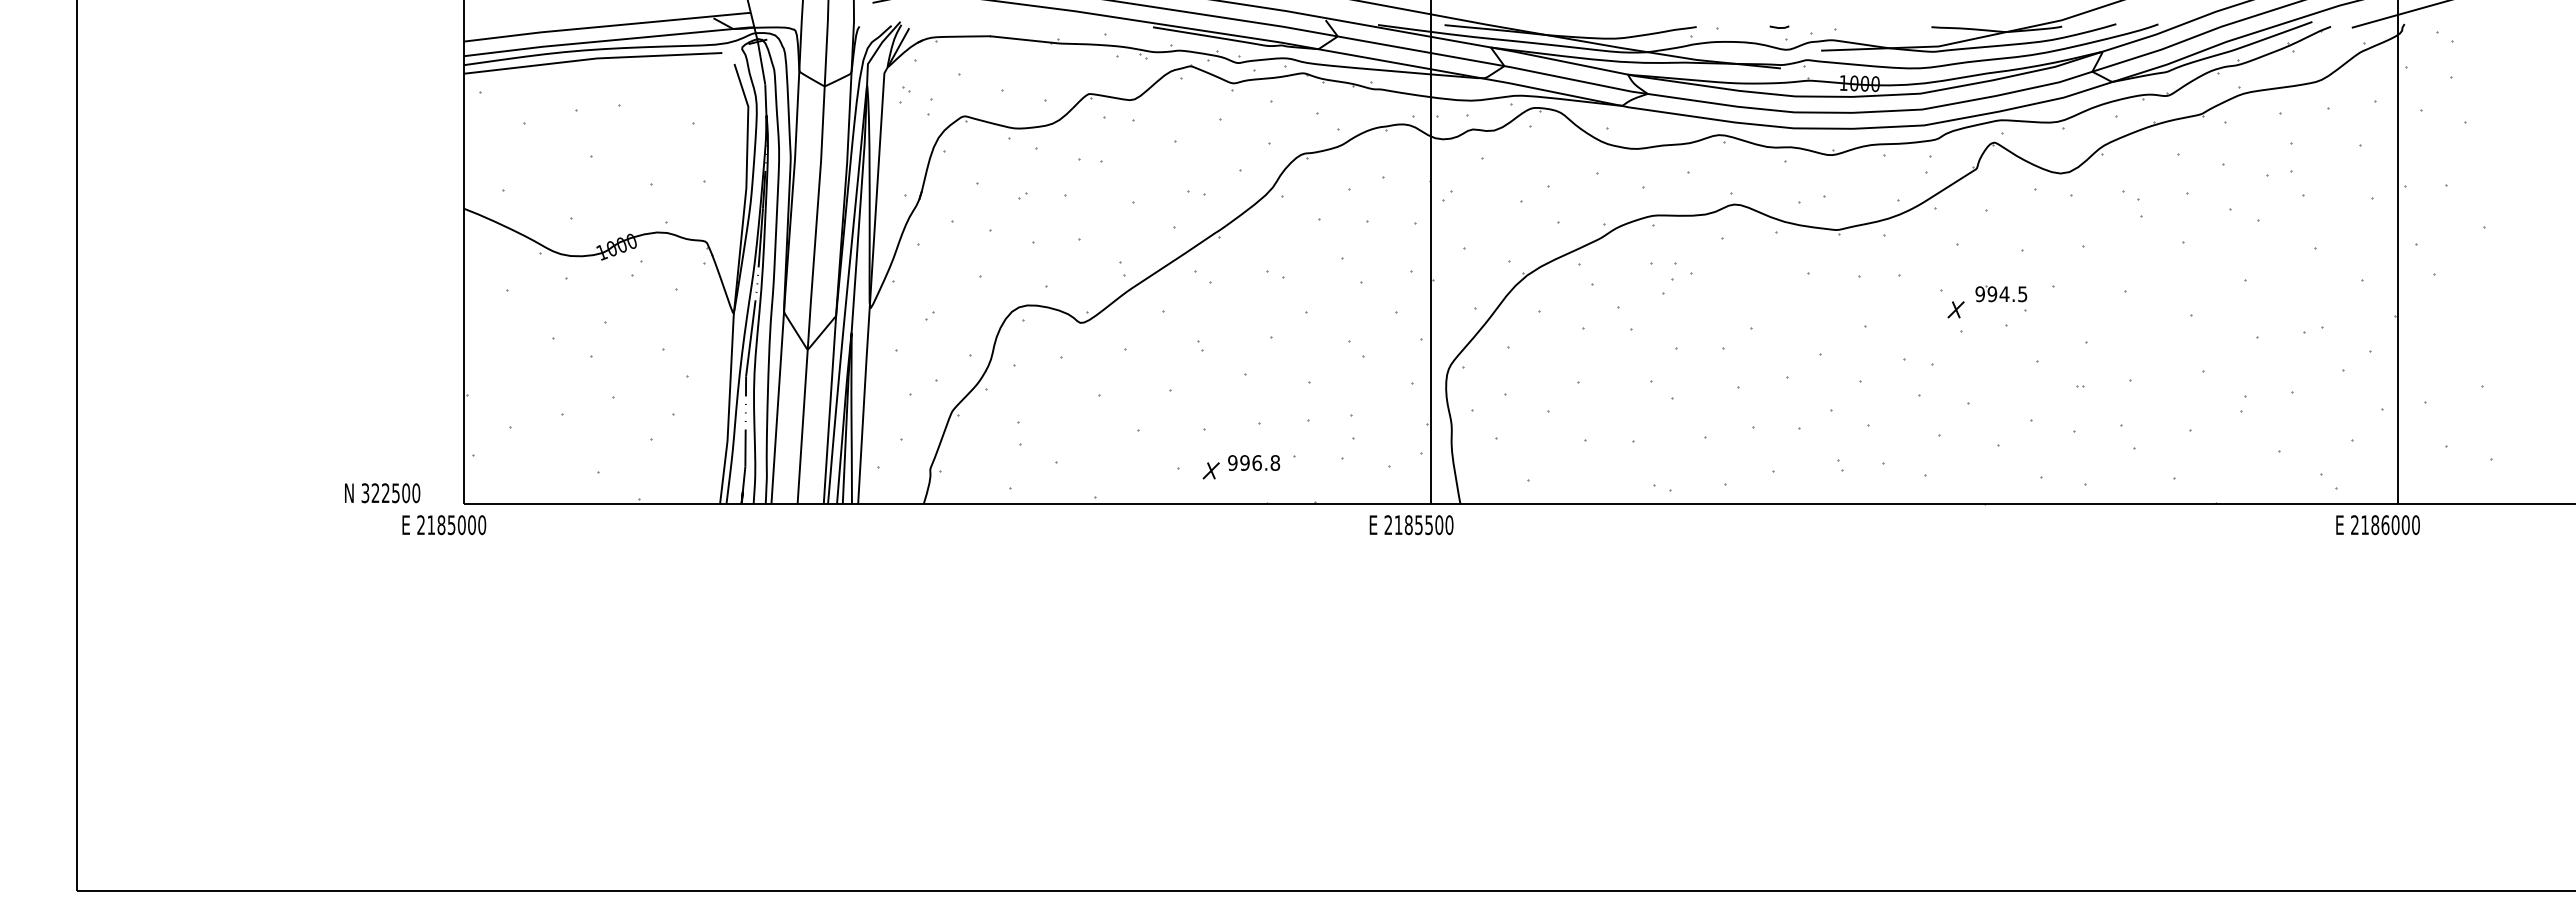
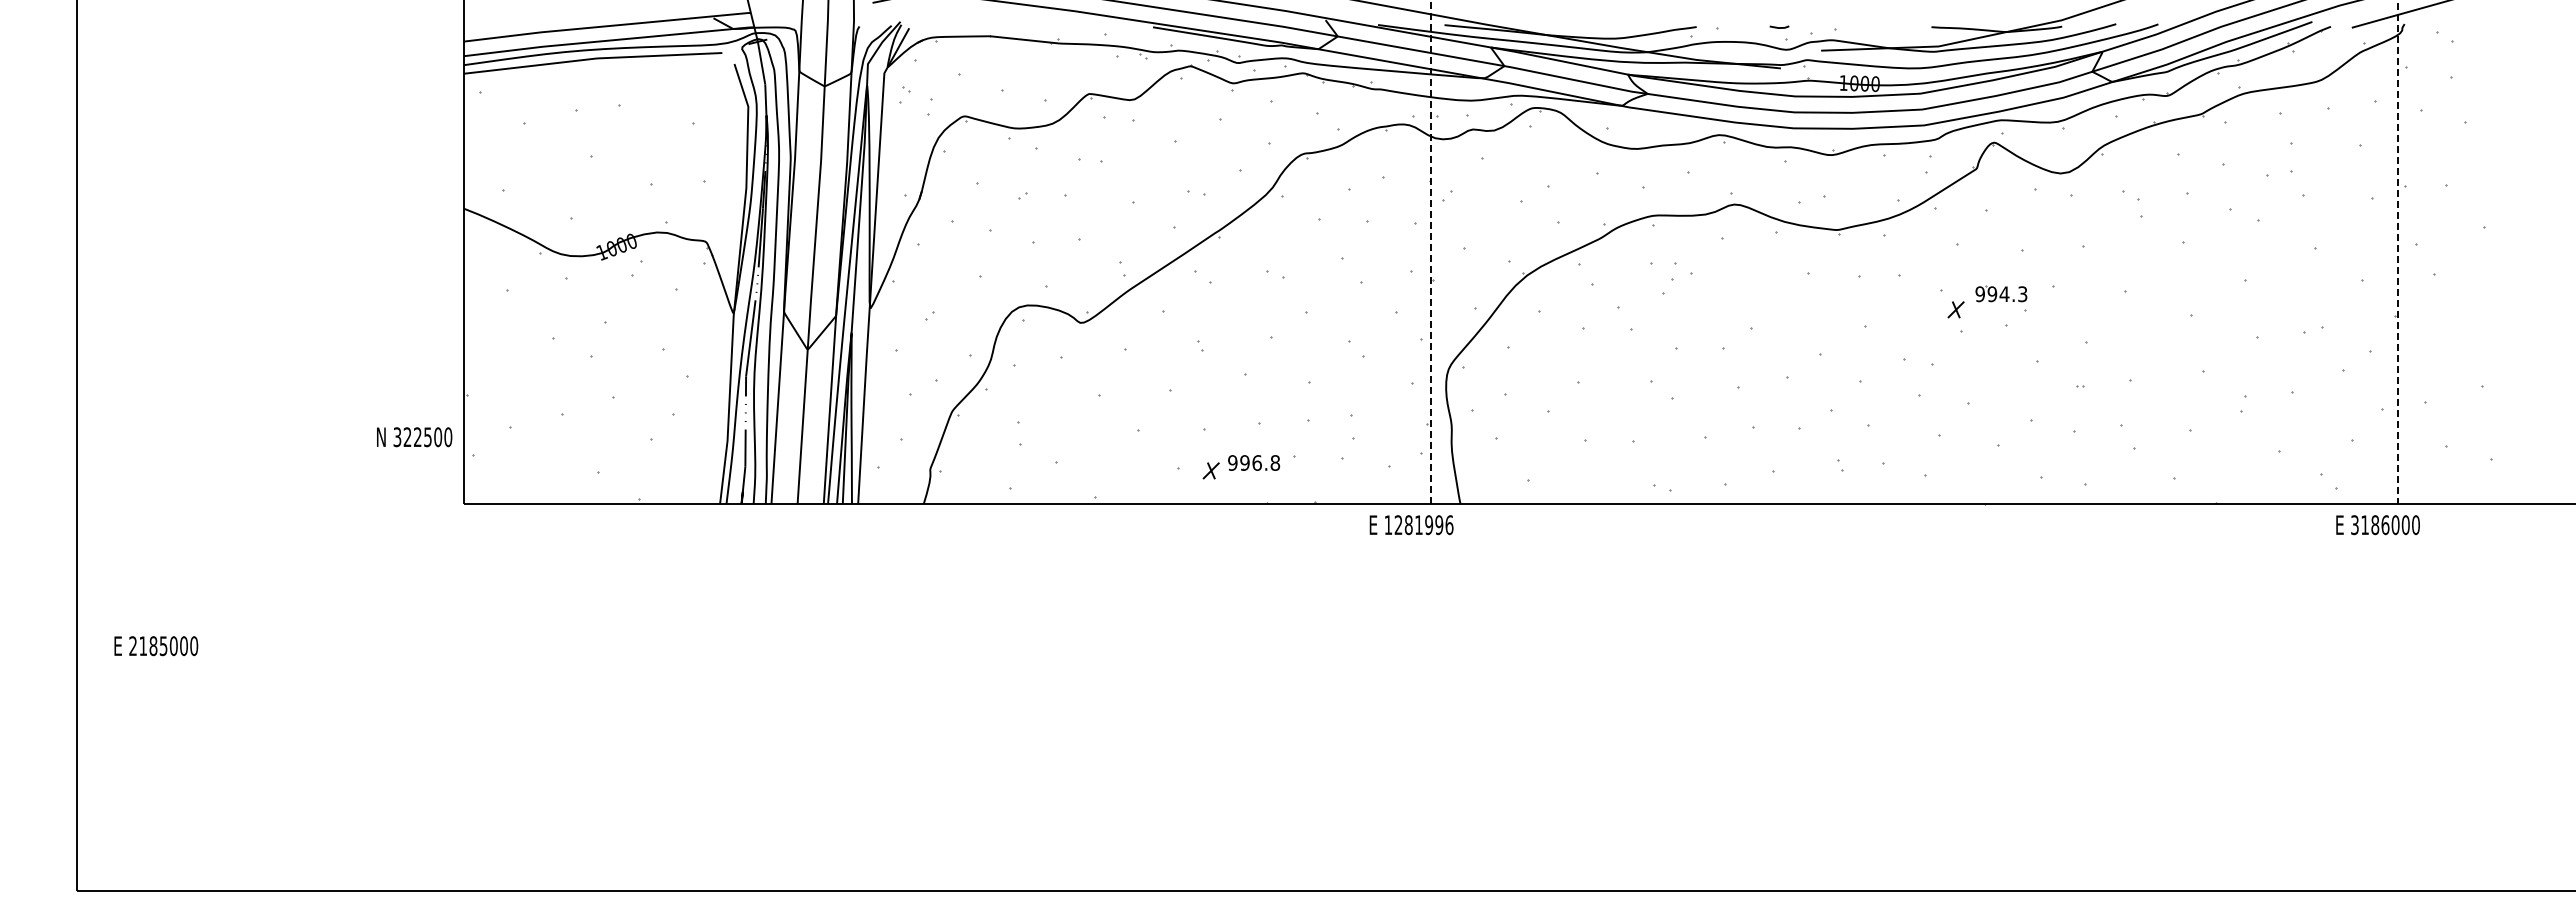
line at (1431, 251): solid -> dashed
line at (2398, 252): solid -> dashed
text at (2022, 293): 994.5 -> 994.3
text at (382, 493) position: (382, 493) -> (414, 437)
text at (444, 525) position: (444, 525) -> (156, 646)
text at (1418, 525): 2185500 -> 1281996
text at (2354, 525): 2186000 -> 3186000
